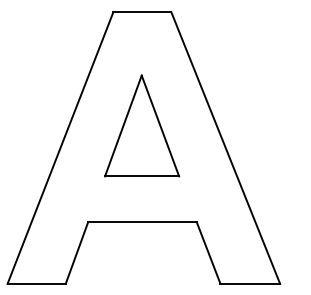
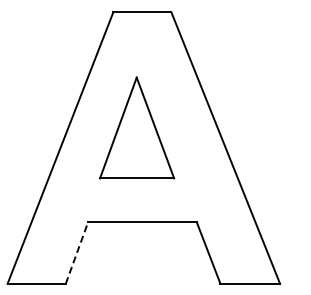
part at (142, 125) position: (142, 125) -> (137, 127)
line at (76, 253): solid -> dashed
